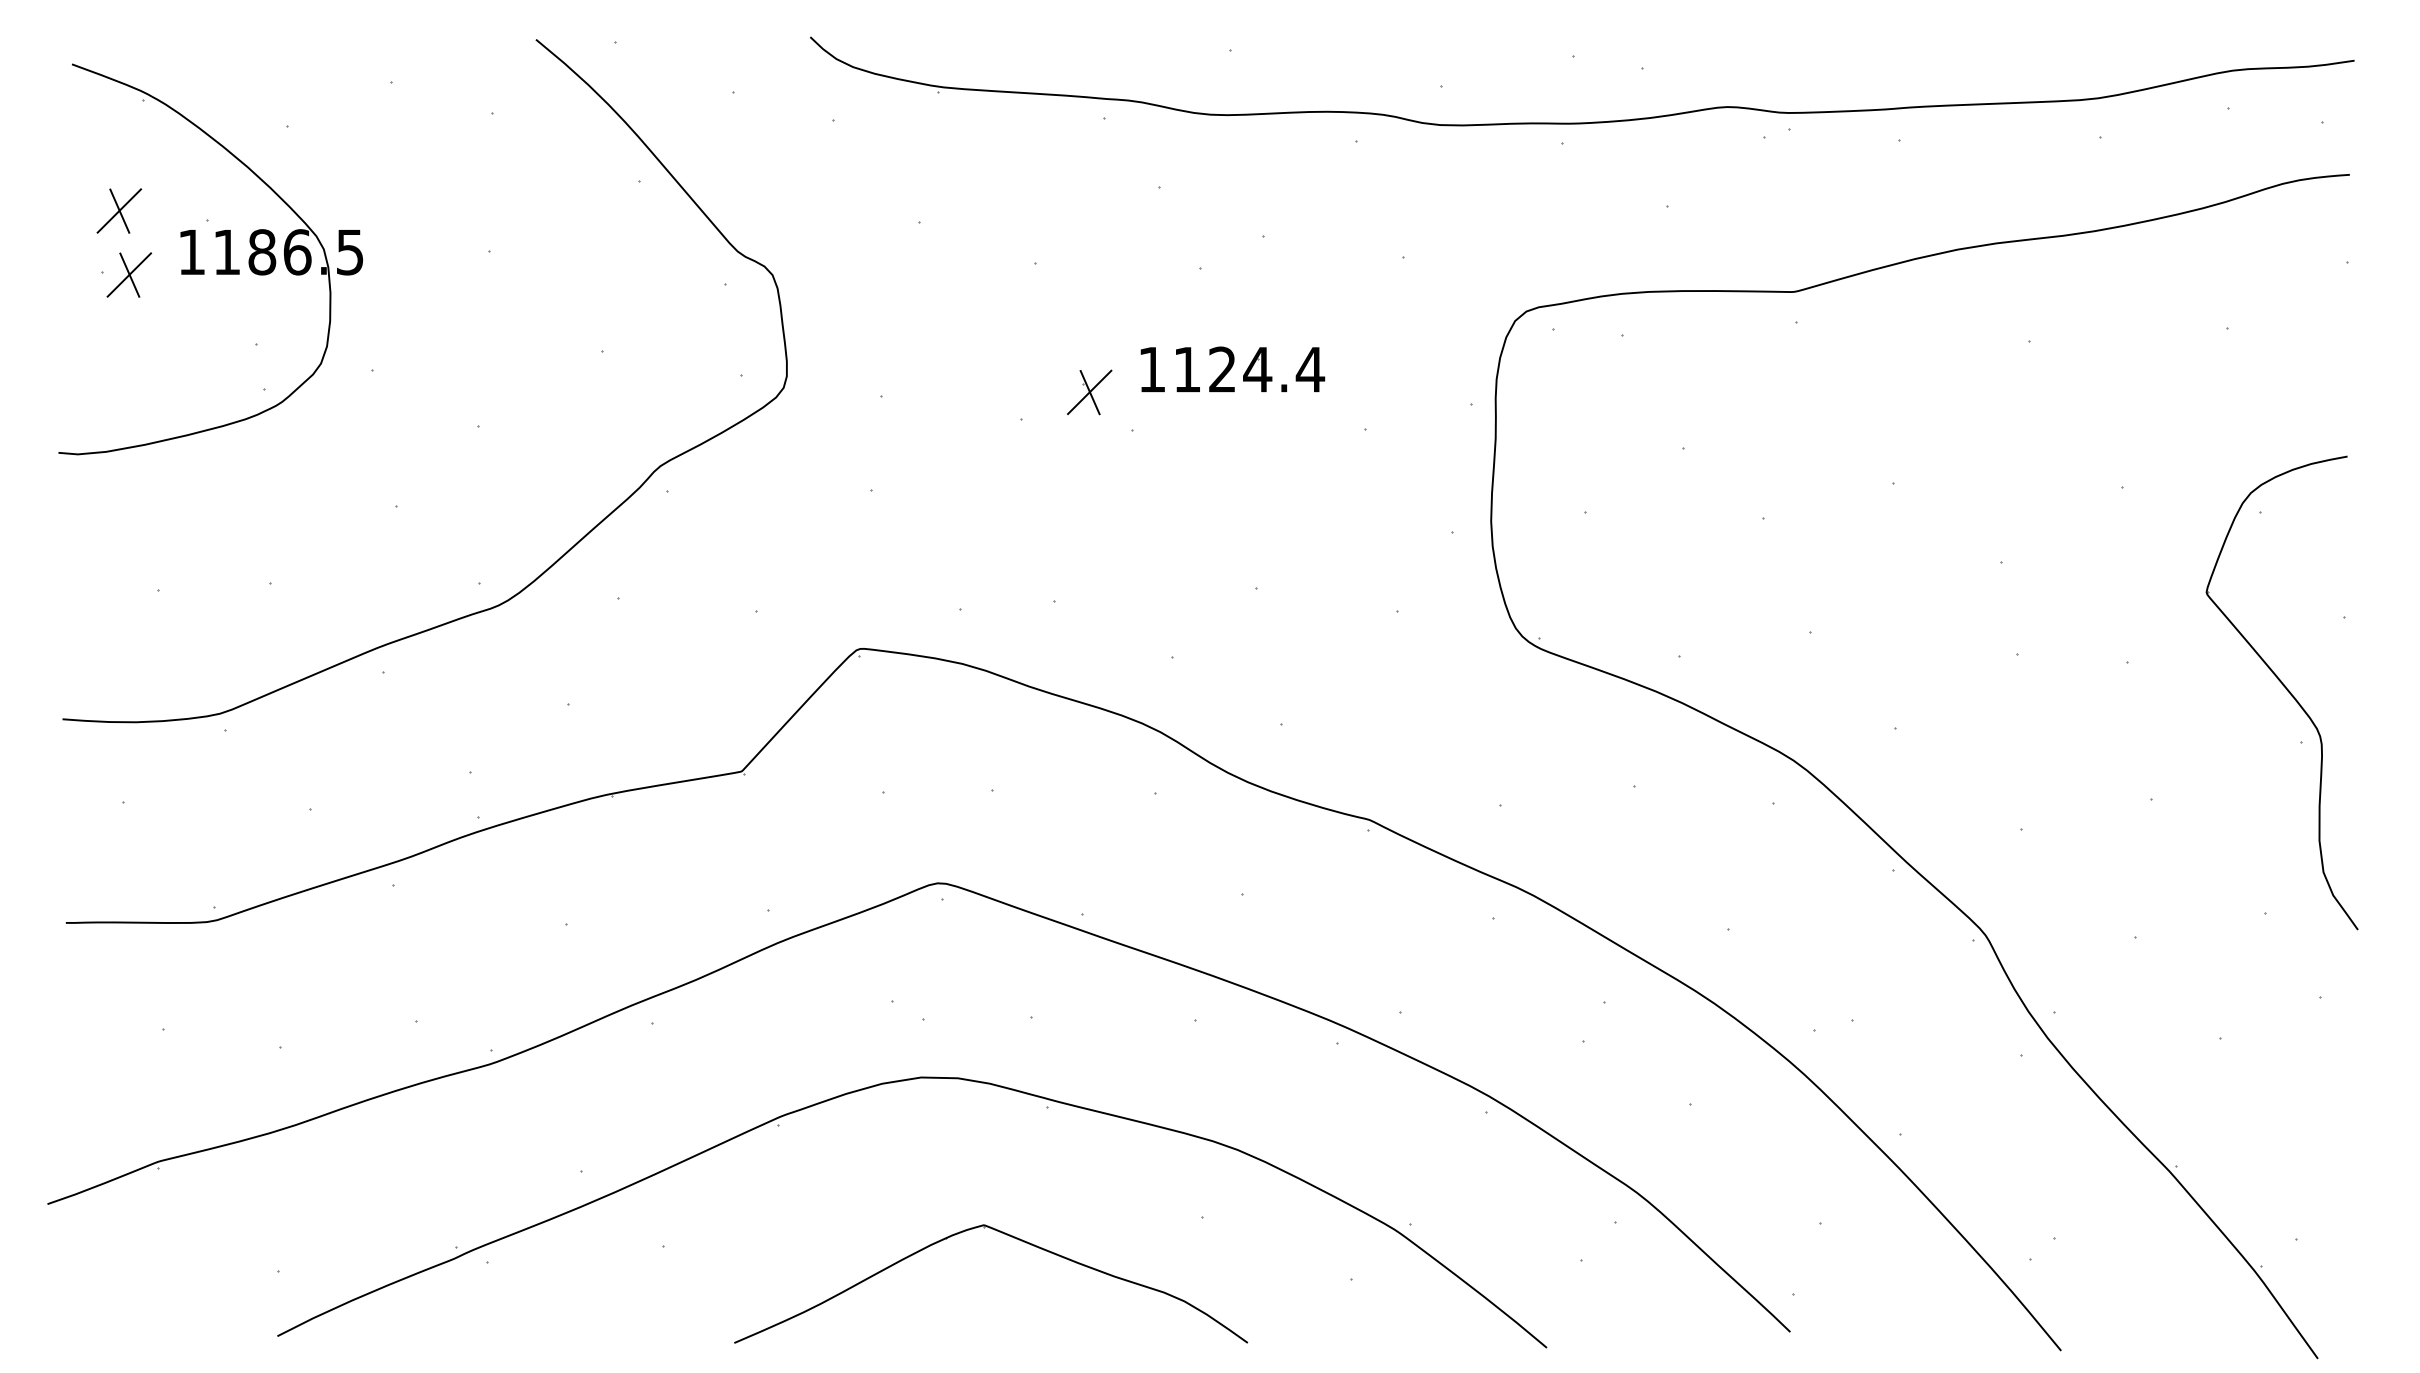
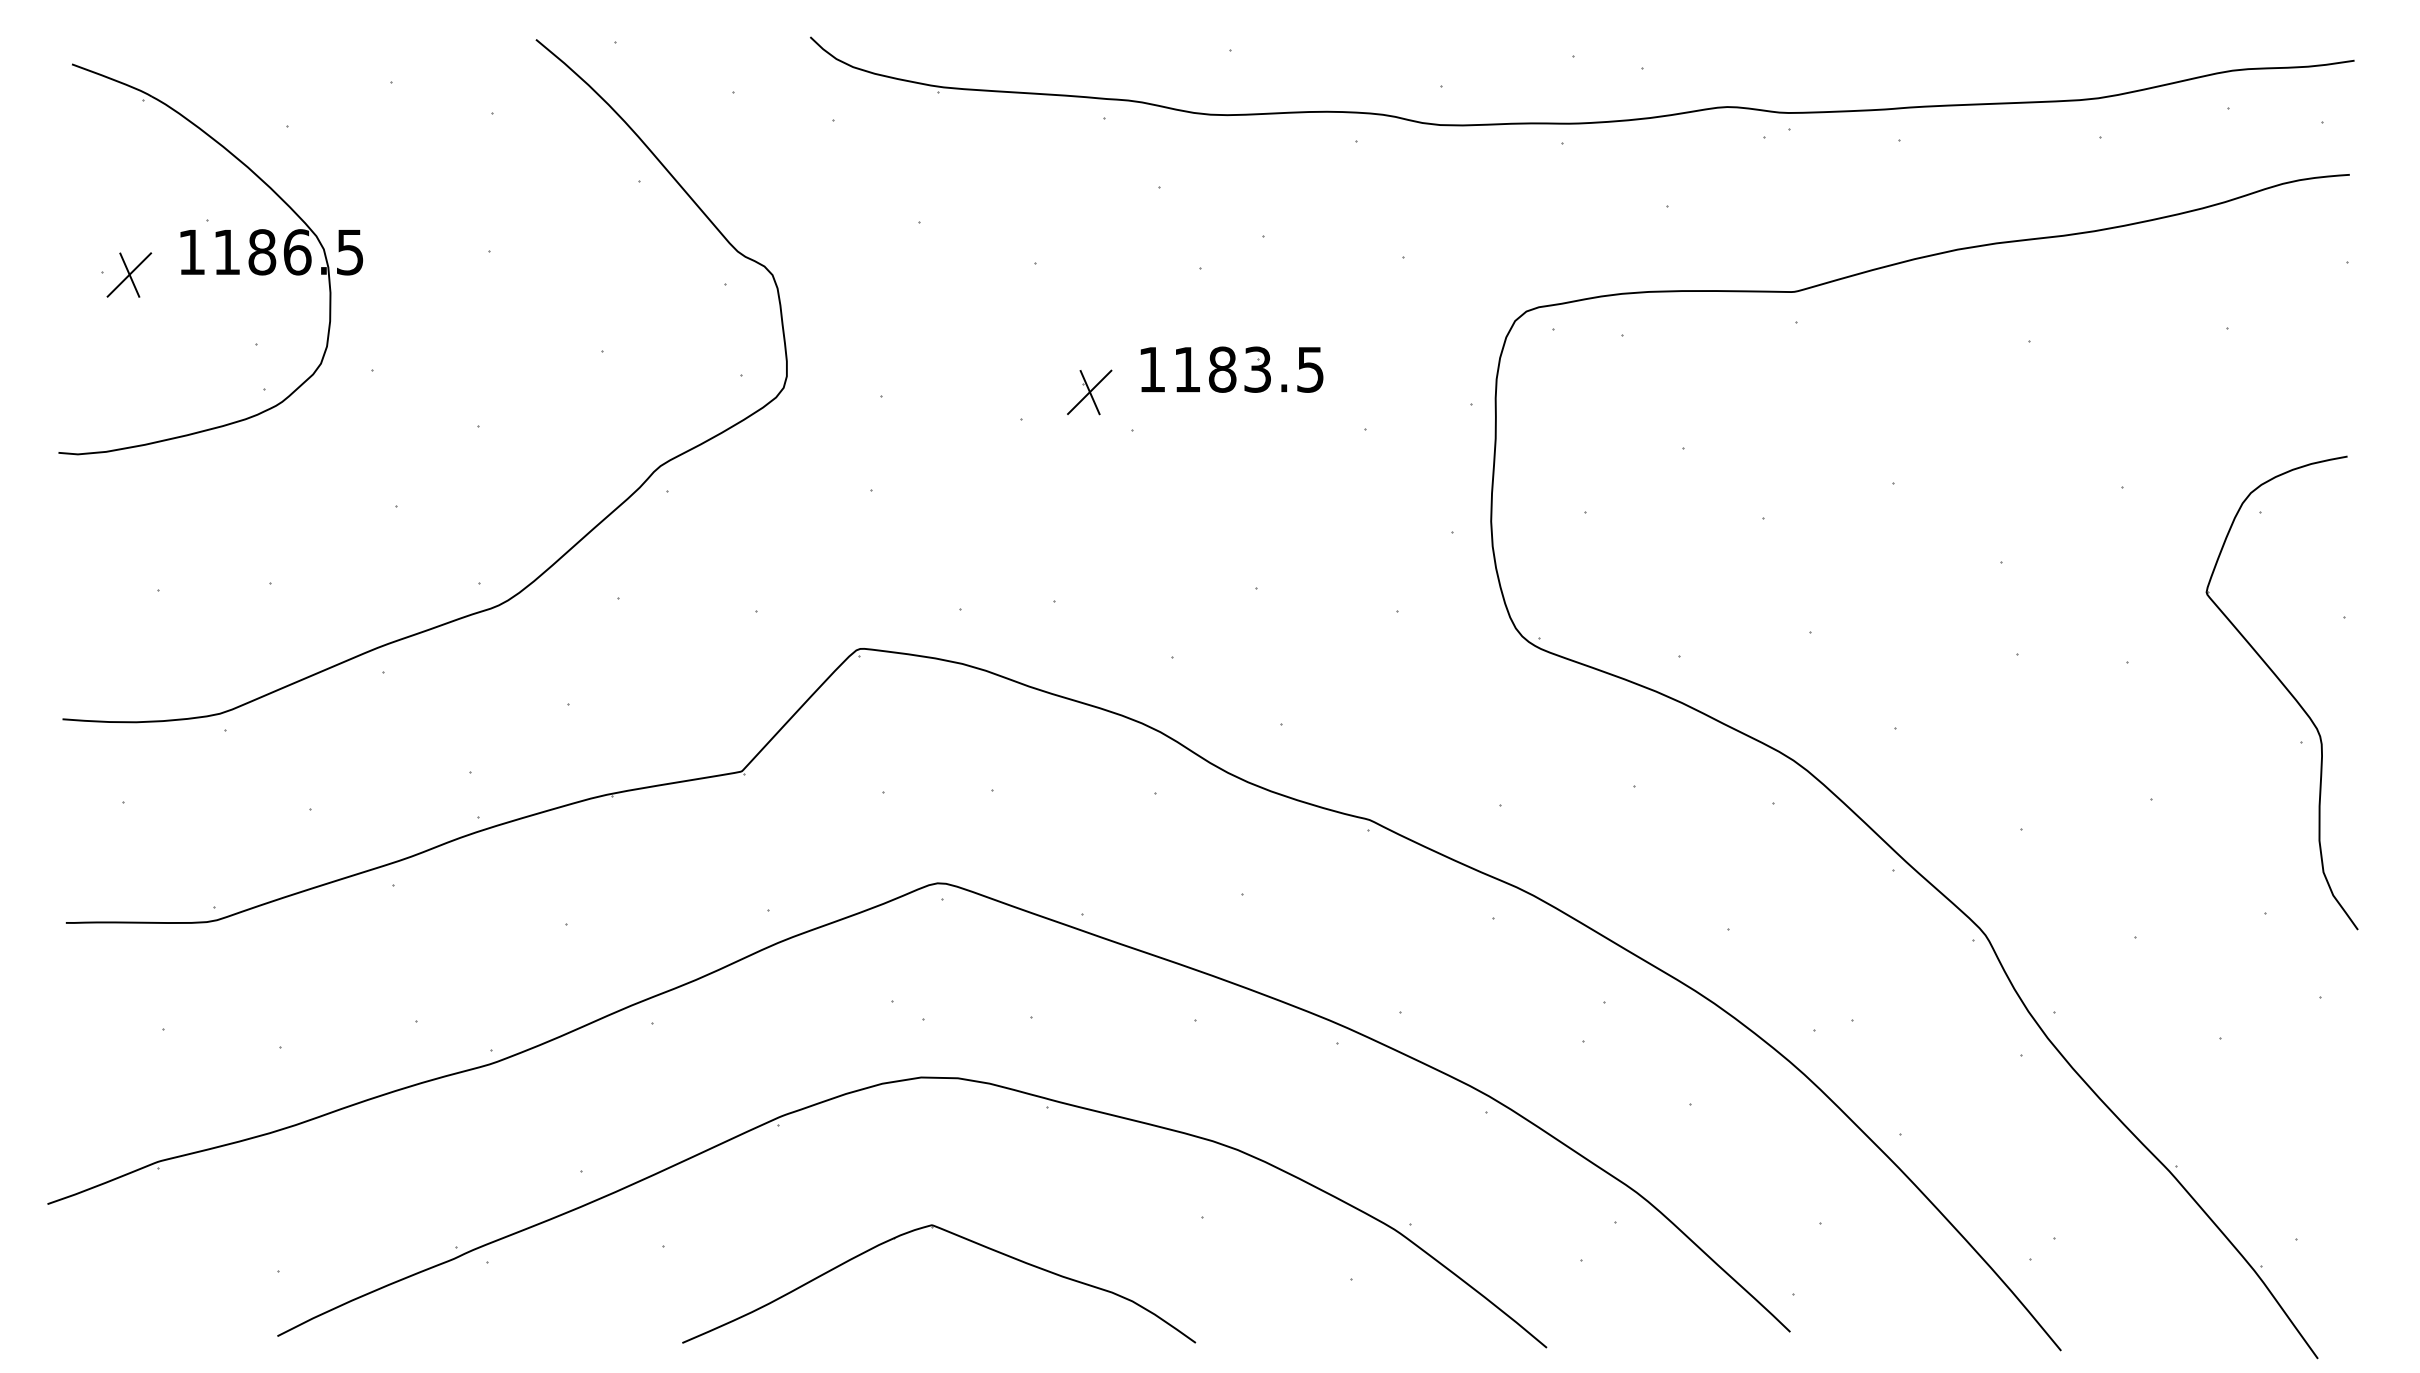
part at (119, 210): present -> none
text at (1266, 369): 1124.4 -> 1183.5
part at (1011, 1237) position: (1011, 1237) -> (959, 1237)
